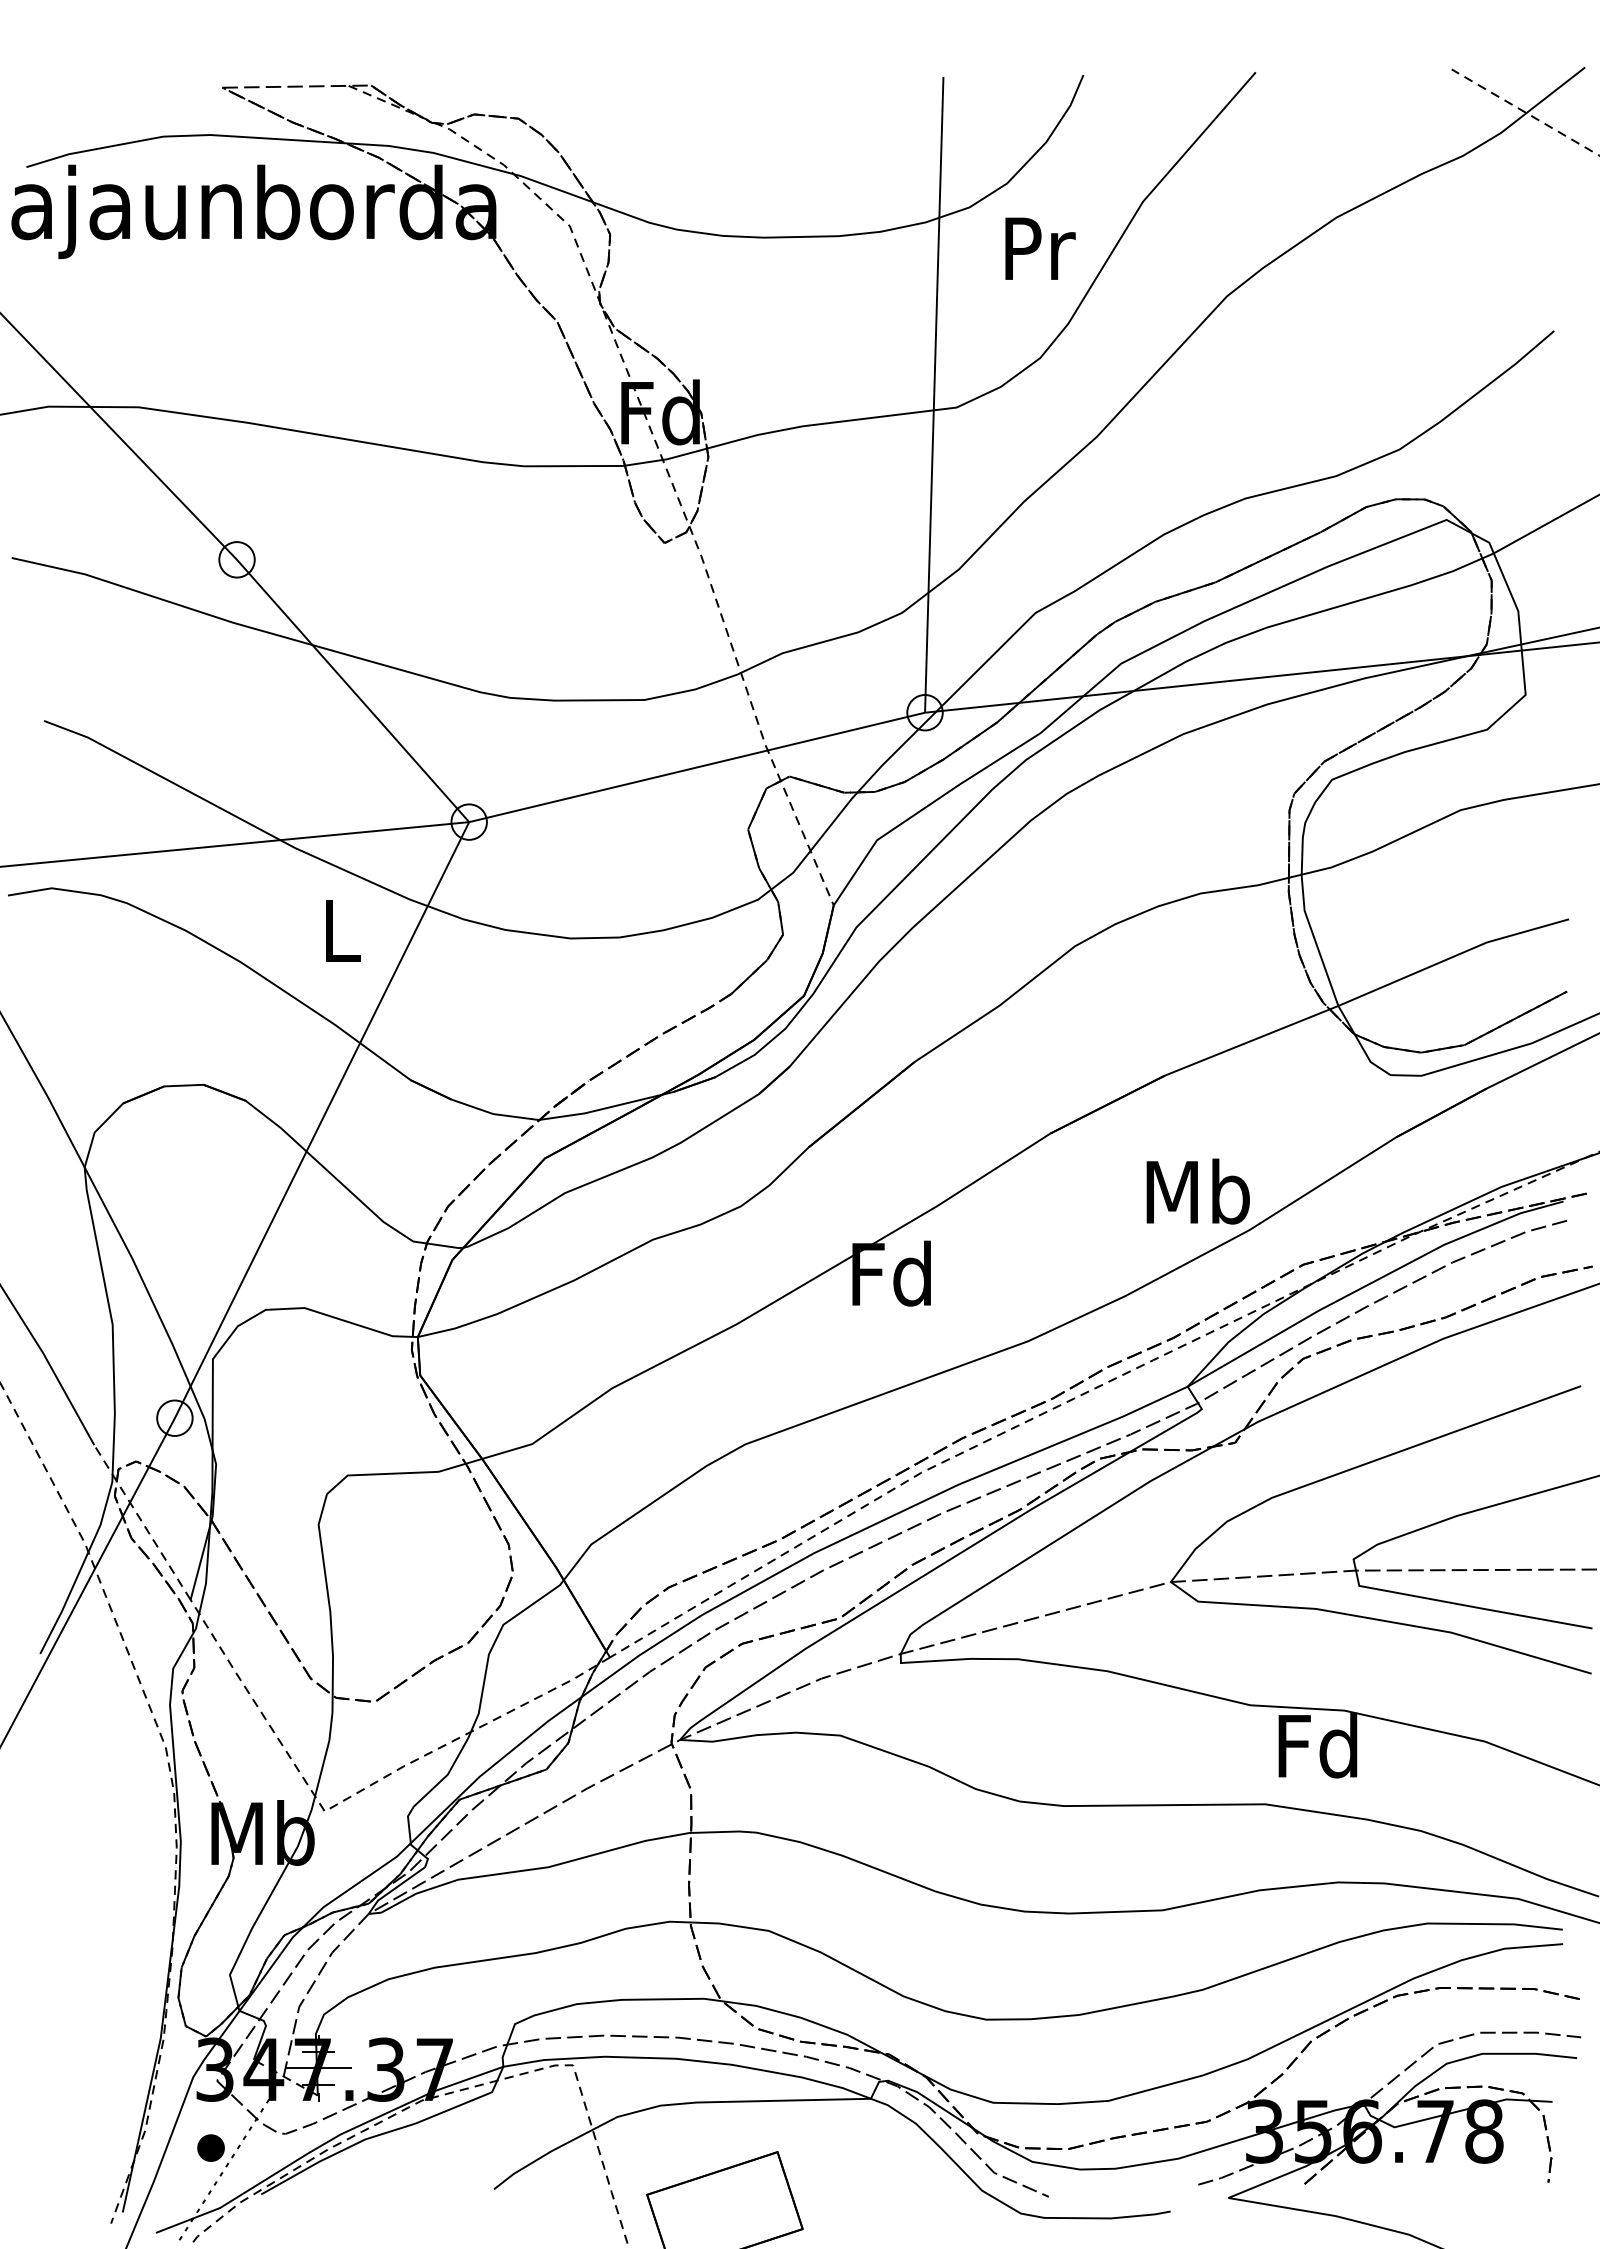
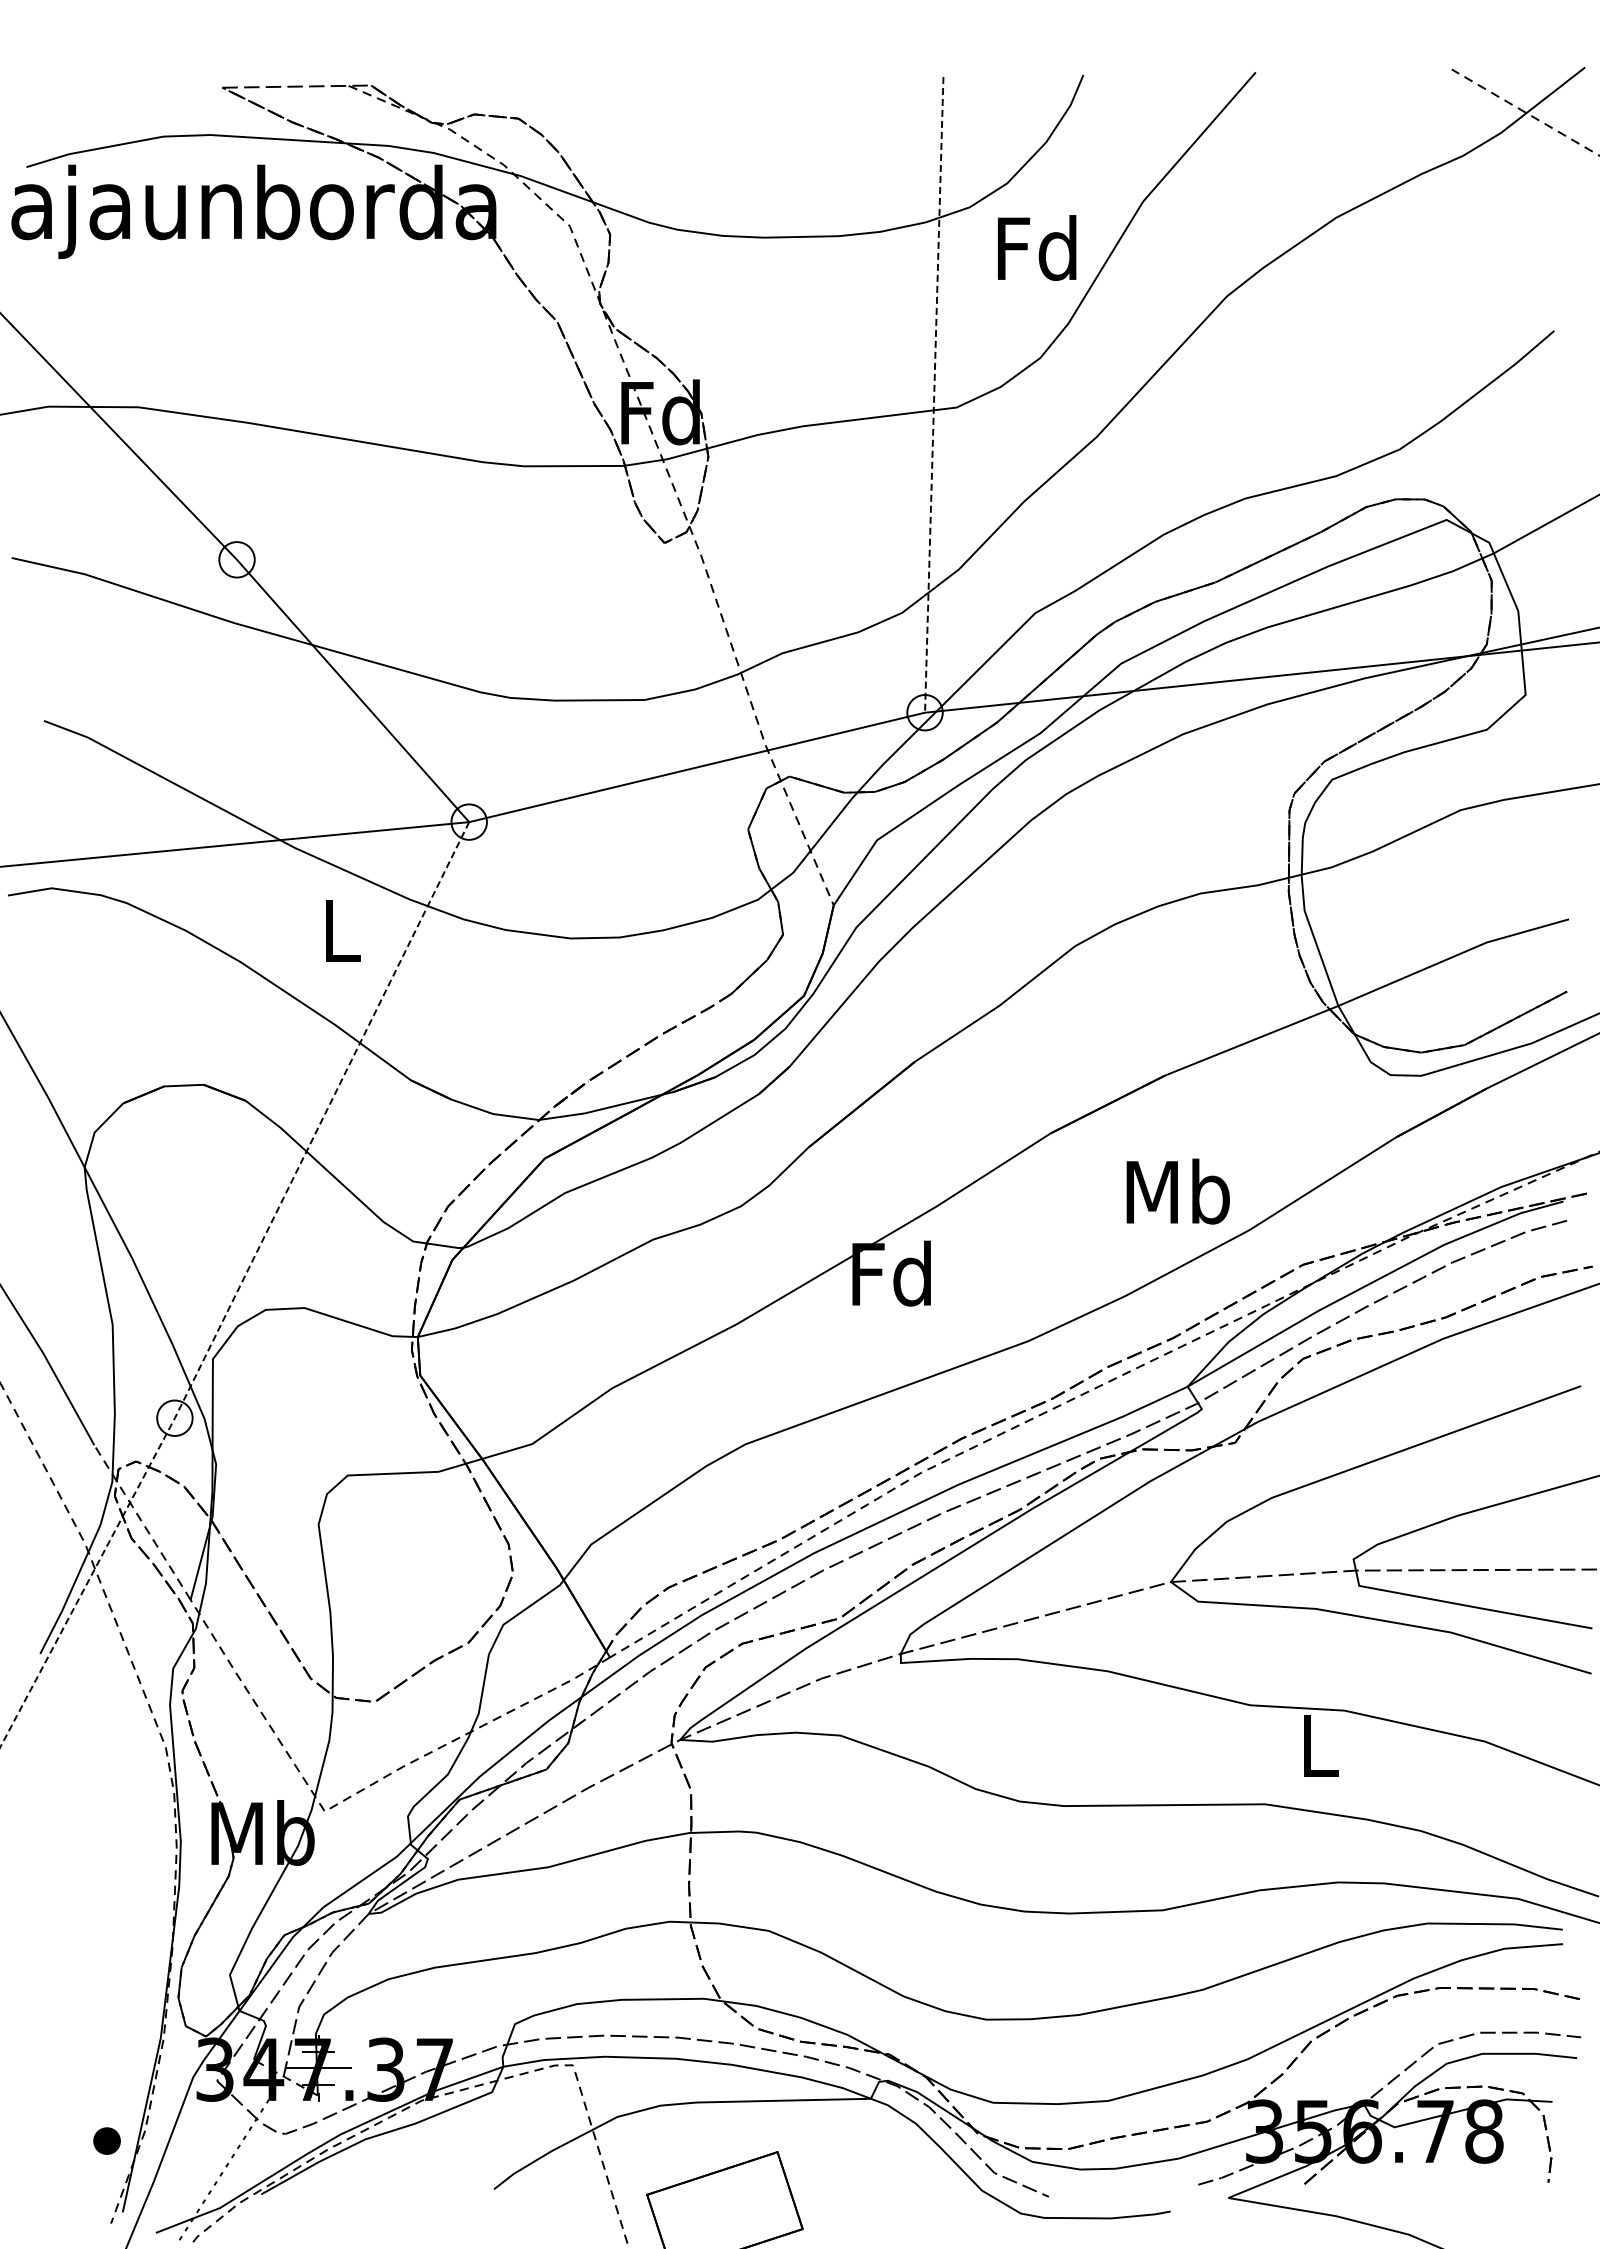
text at (1037, 247): Pr -> Fd
line at (934, 395): solid -> dashed
text at (1197, 1191) position: (1197, 1191) -> (1177, 1191)
line at (239, 1288): solid -> dashed
text at (1317, 1745): Fd -> L
part at (210, 2147) position: (210, 2147) -> (106, 2140)
